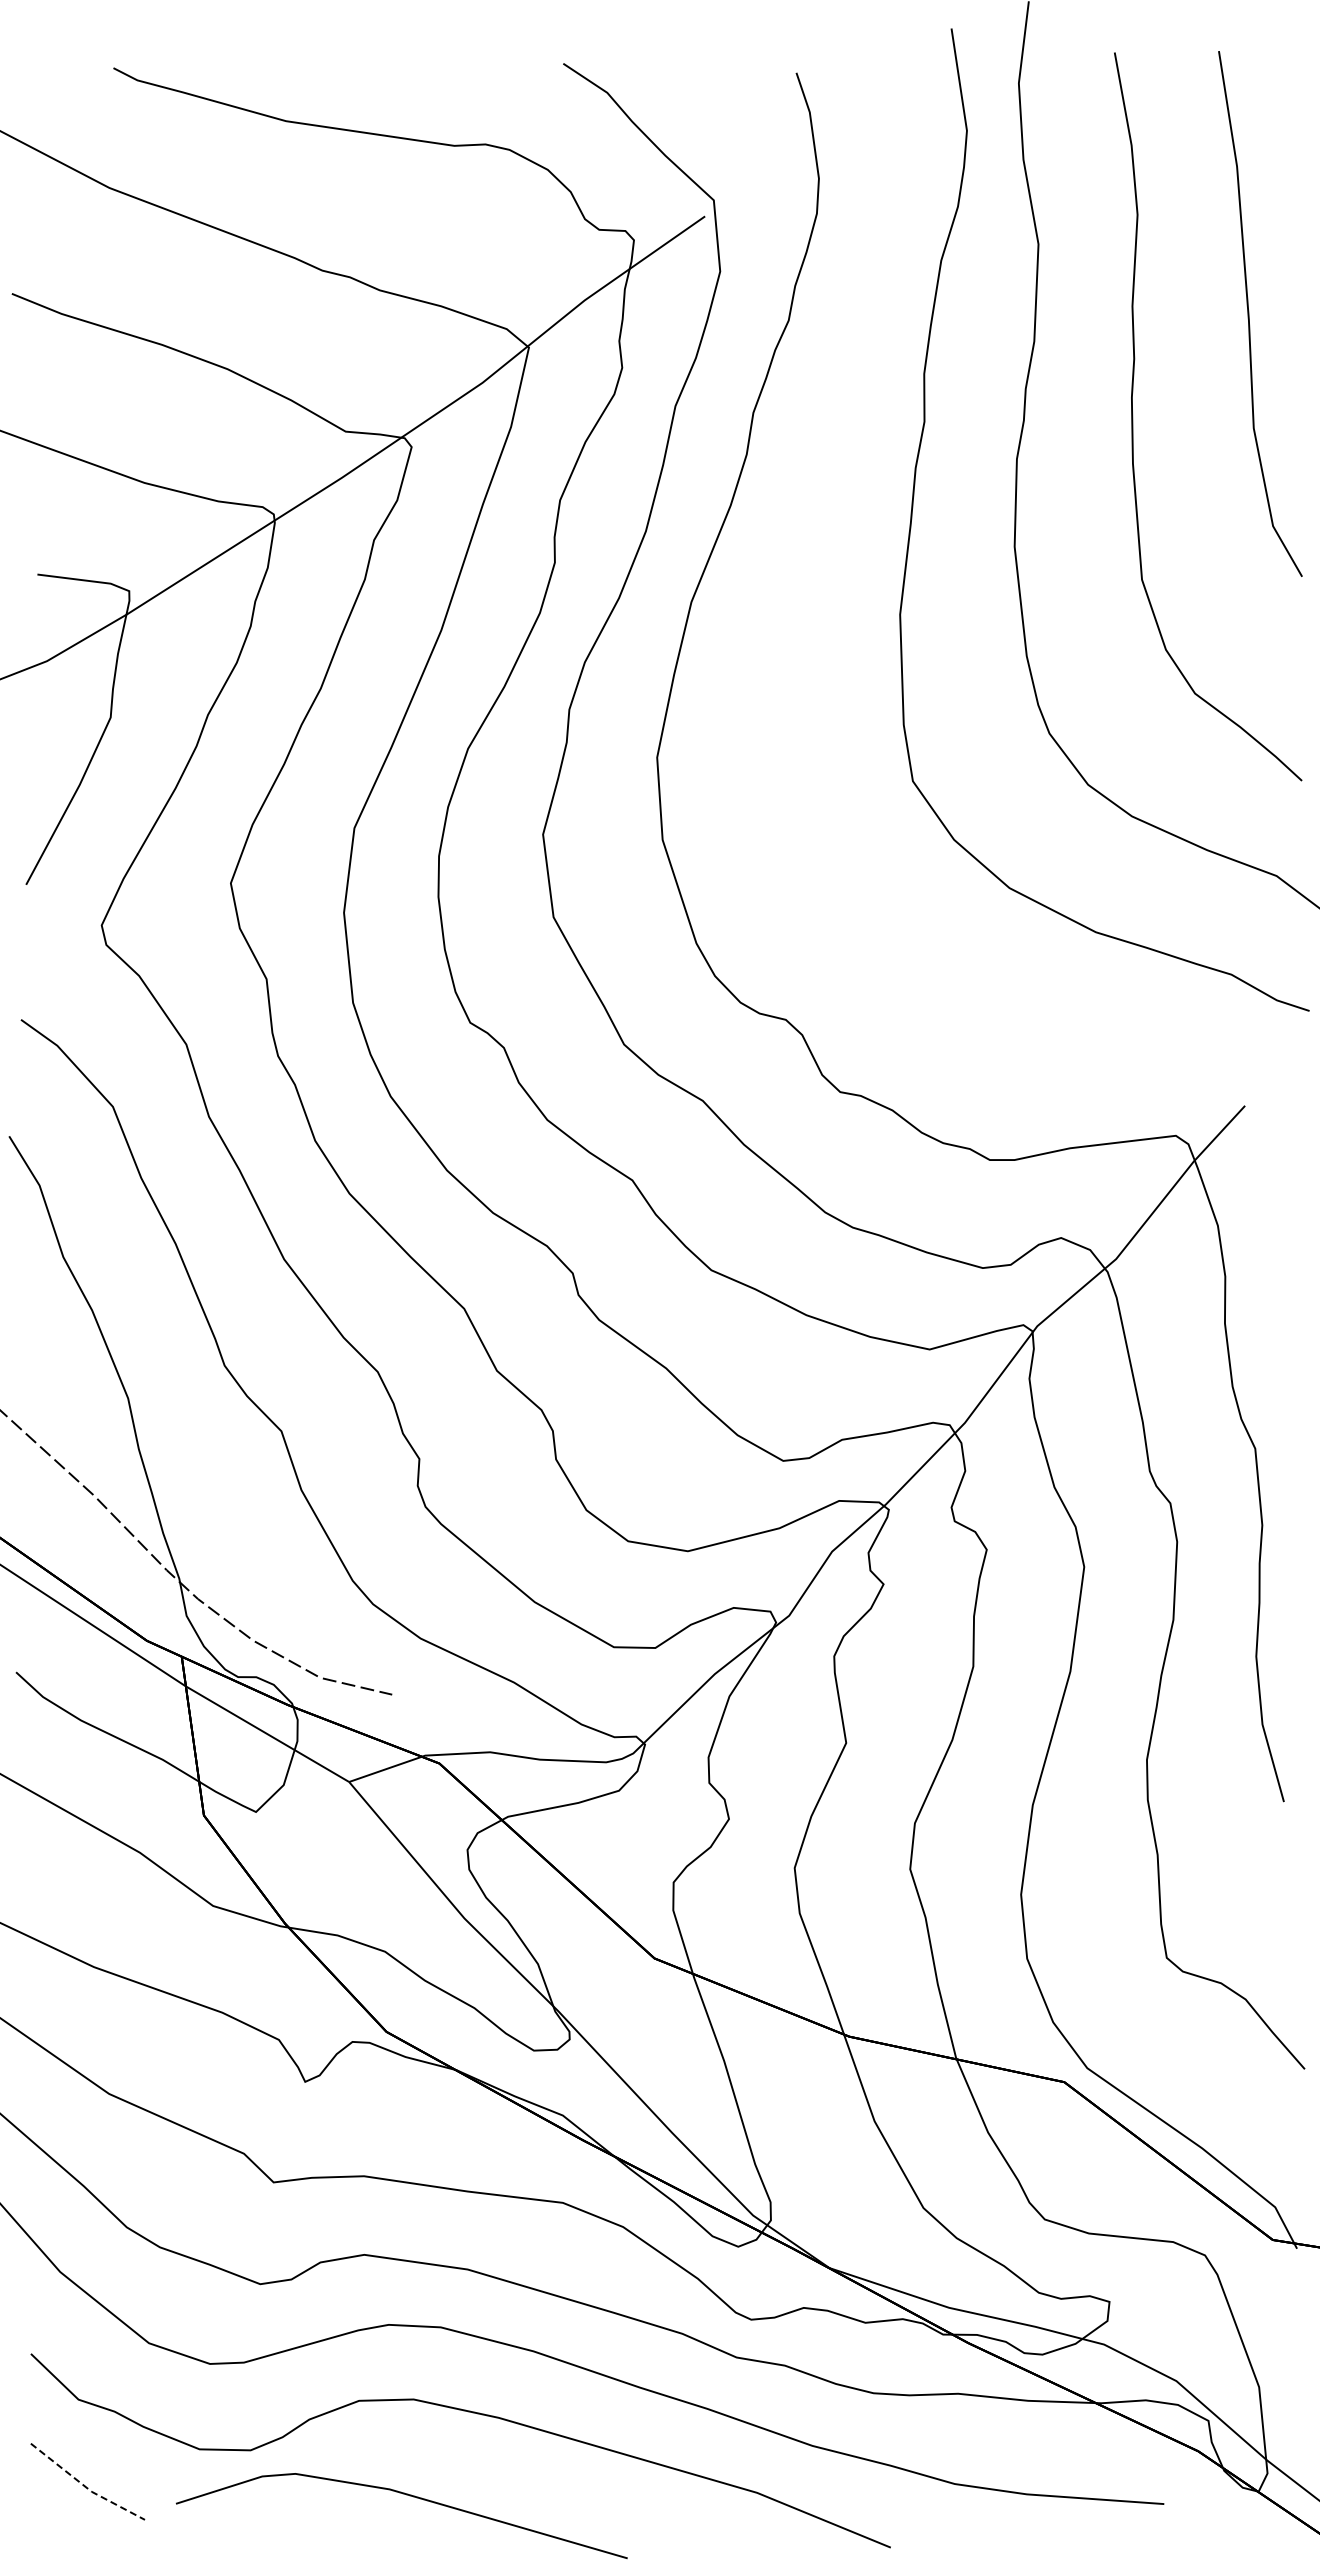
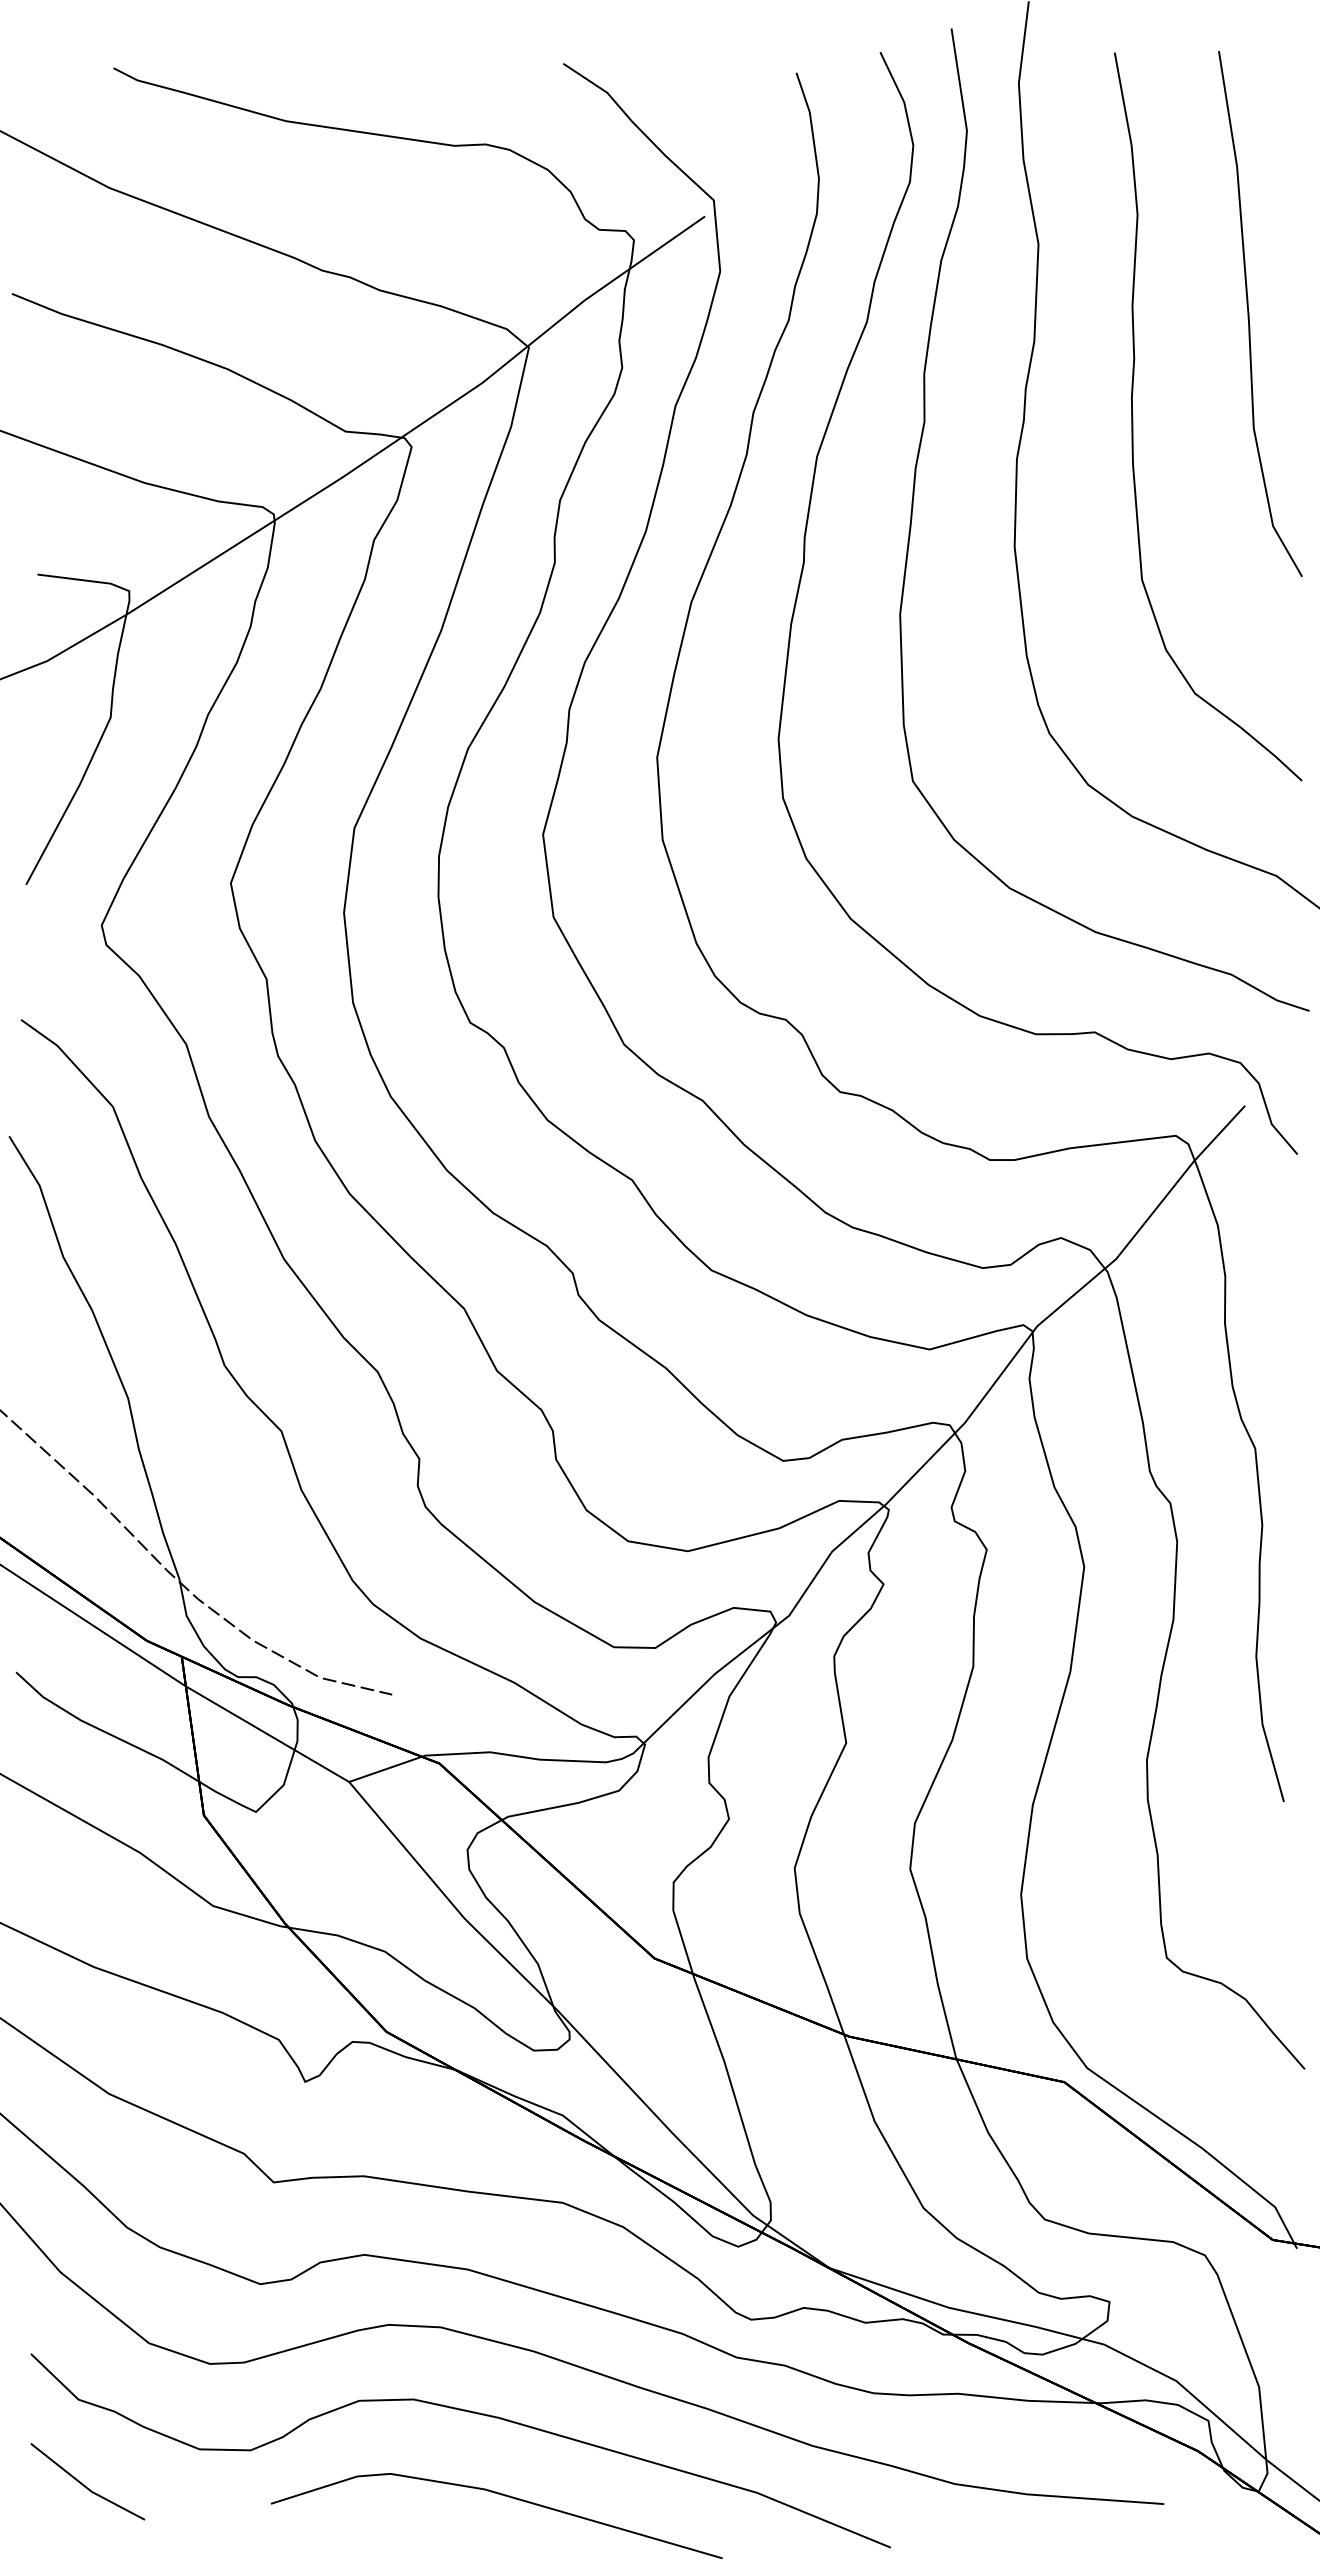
curve at (804, 565): none -> present
line at (85, 2486): dashed -> solid
line at (409, 2496) position: (409, 2496) -> (504, 2496)
